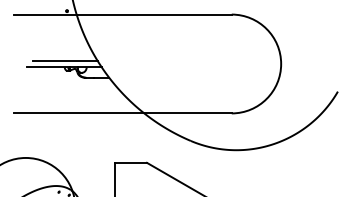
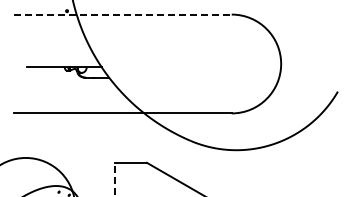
line at (123, 14): solid -> dashed
line at (65, 60): present -> none
line at (114, 179): solid -> dashed
